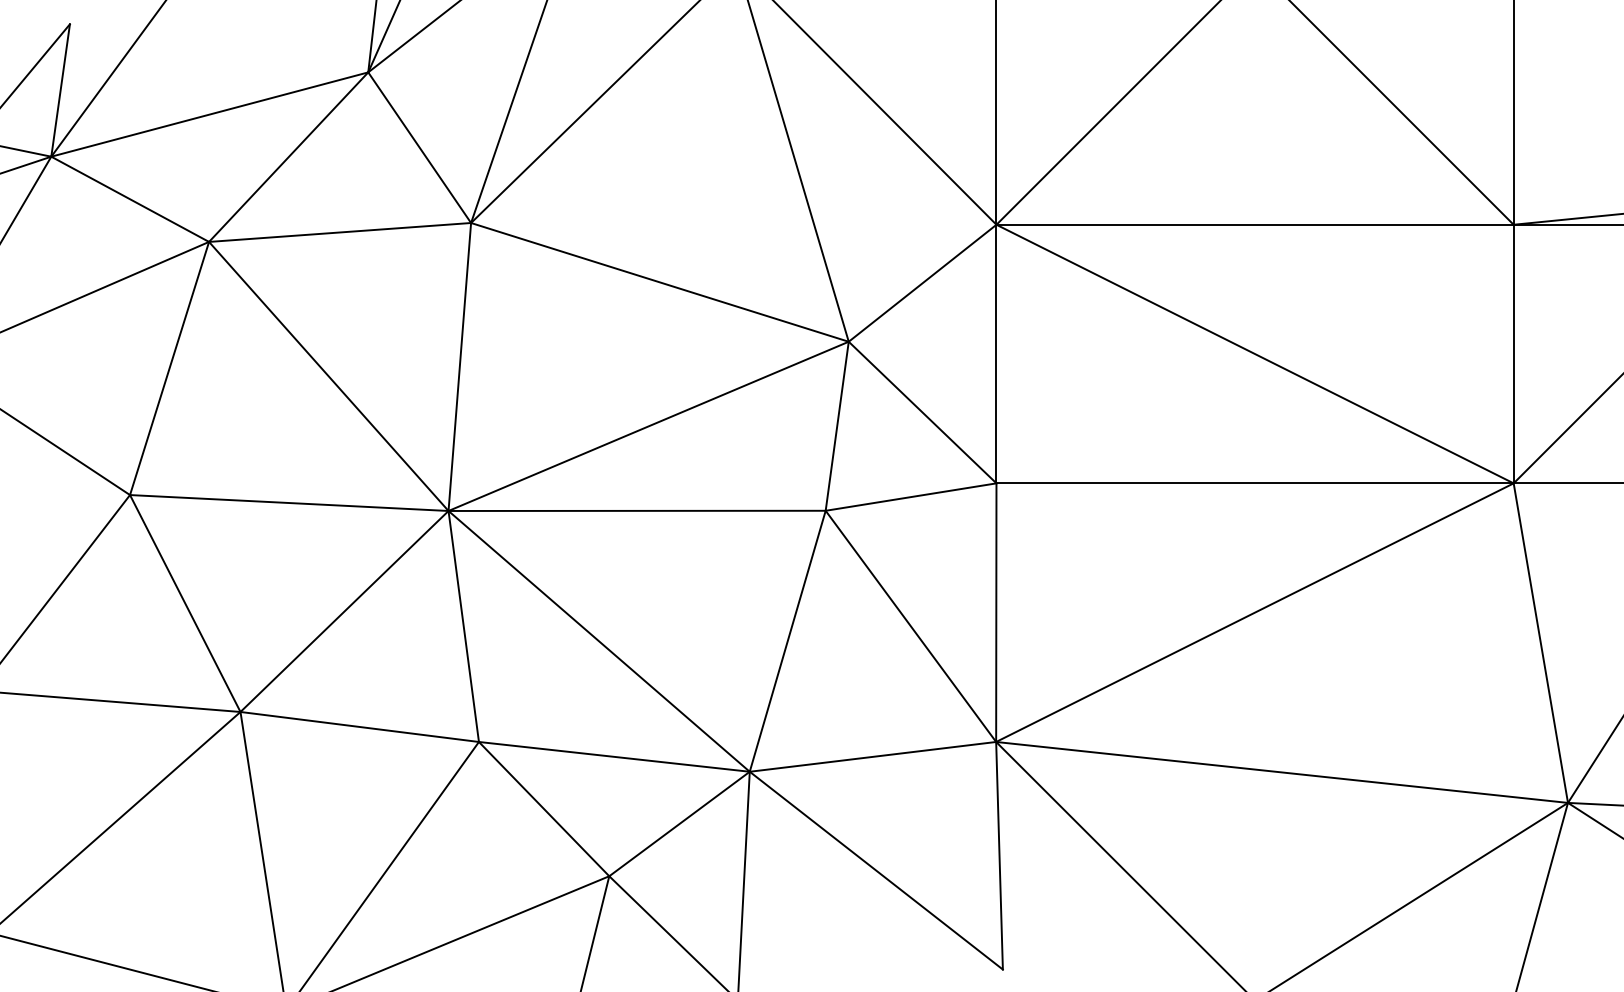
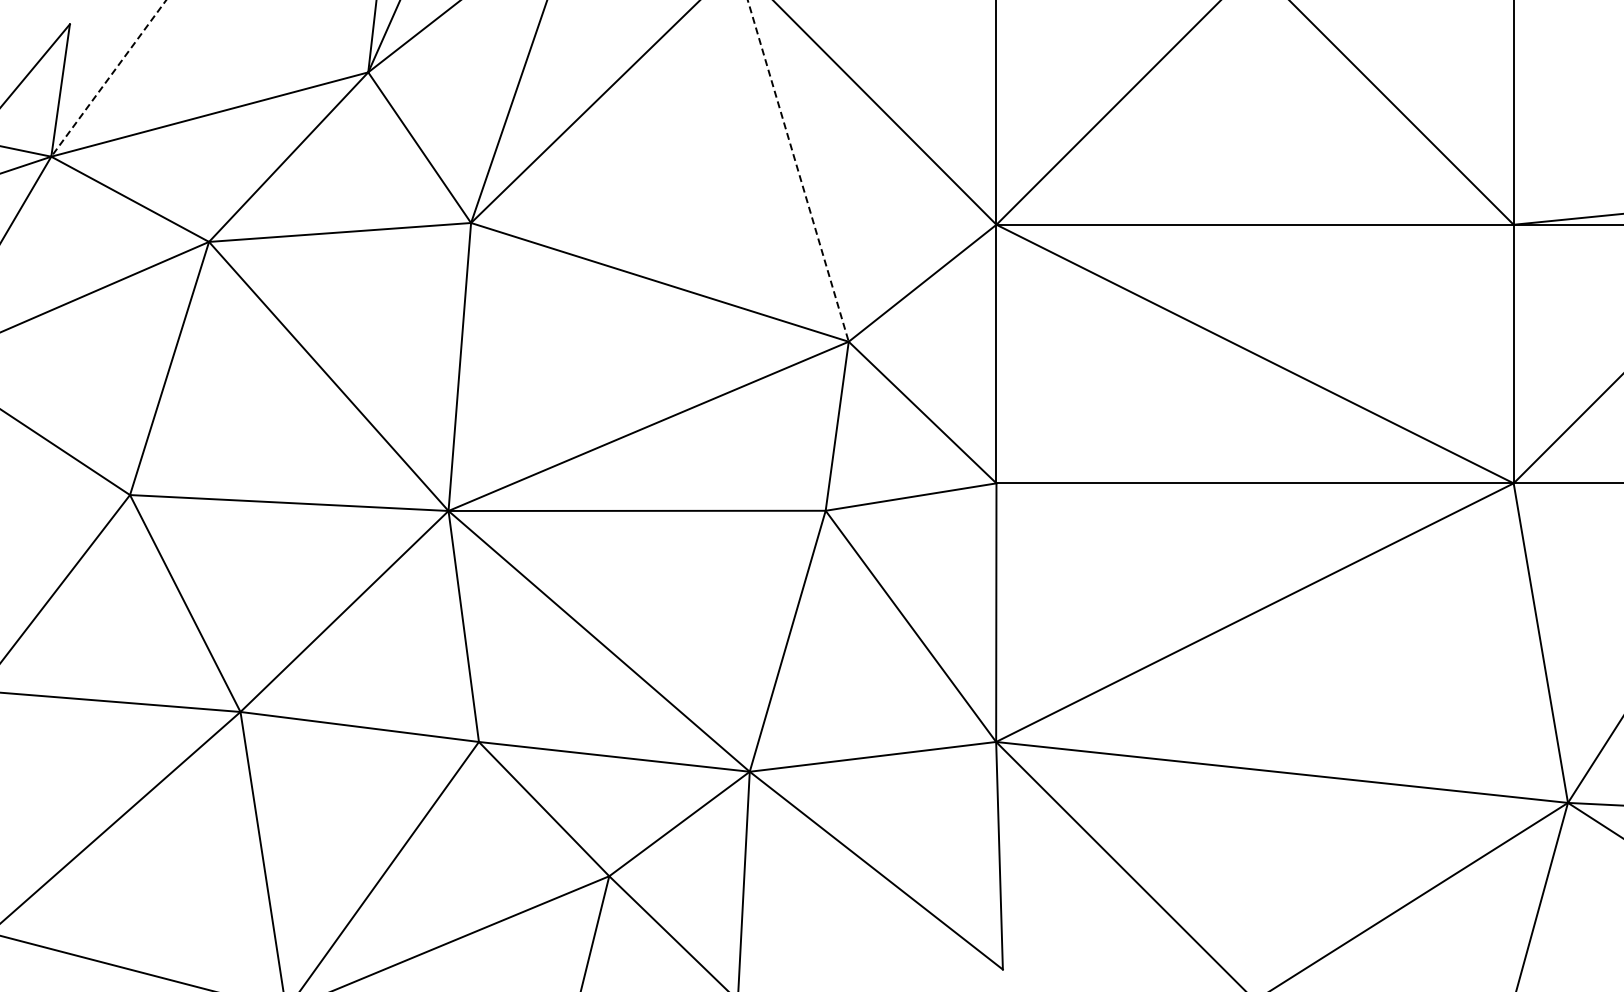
line at (108, 78): solid -> dashed
line at (798, 171): solid -> dashed
